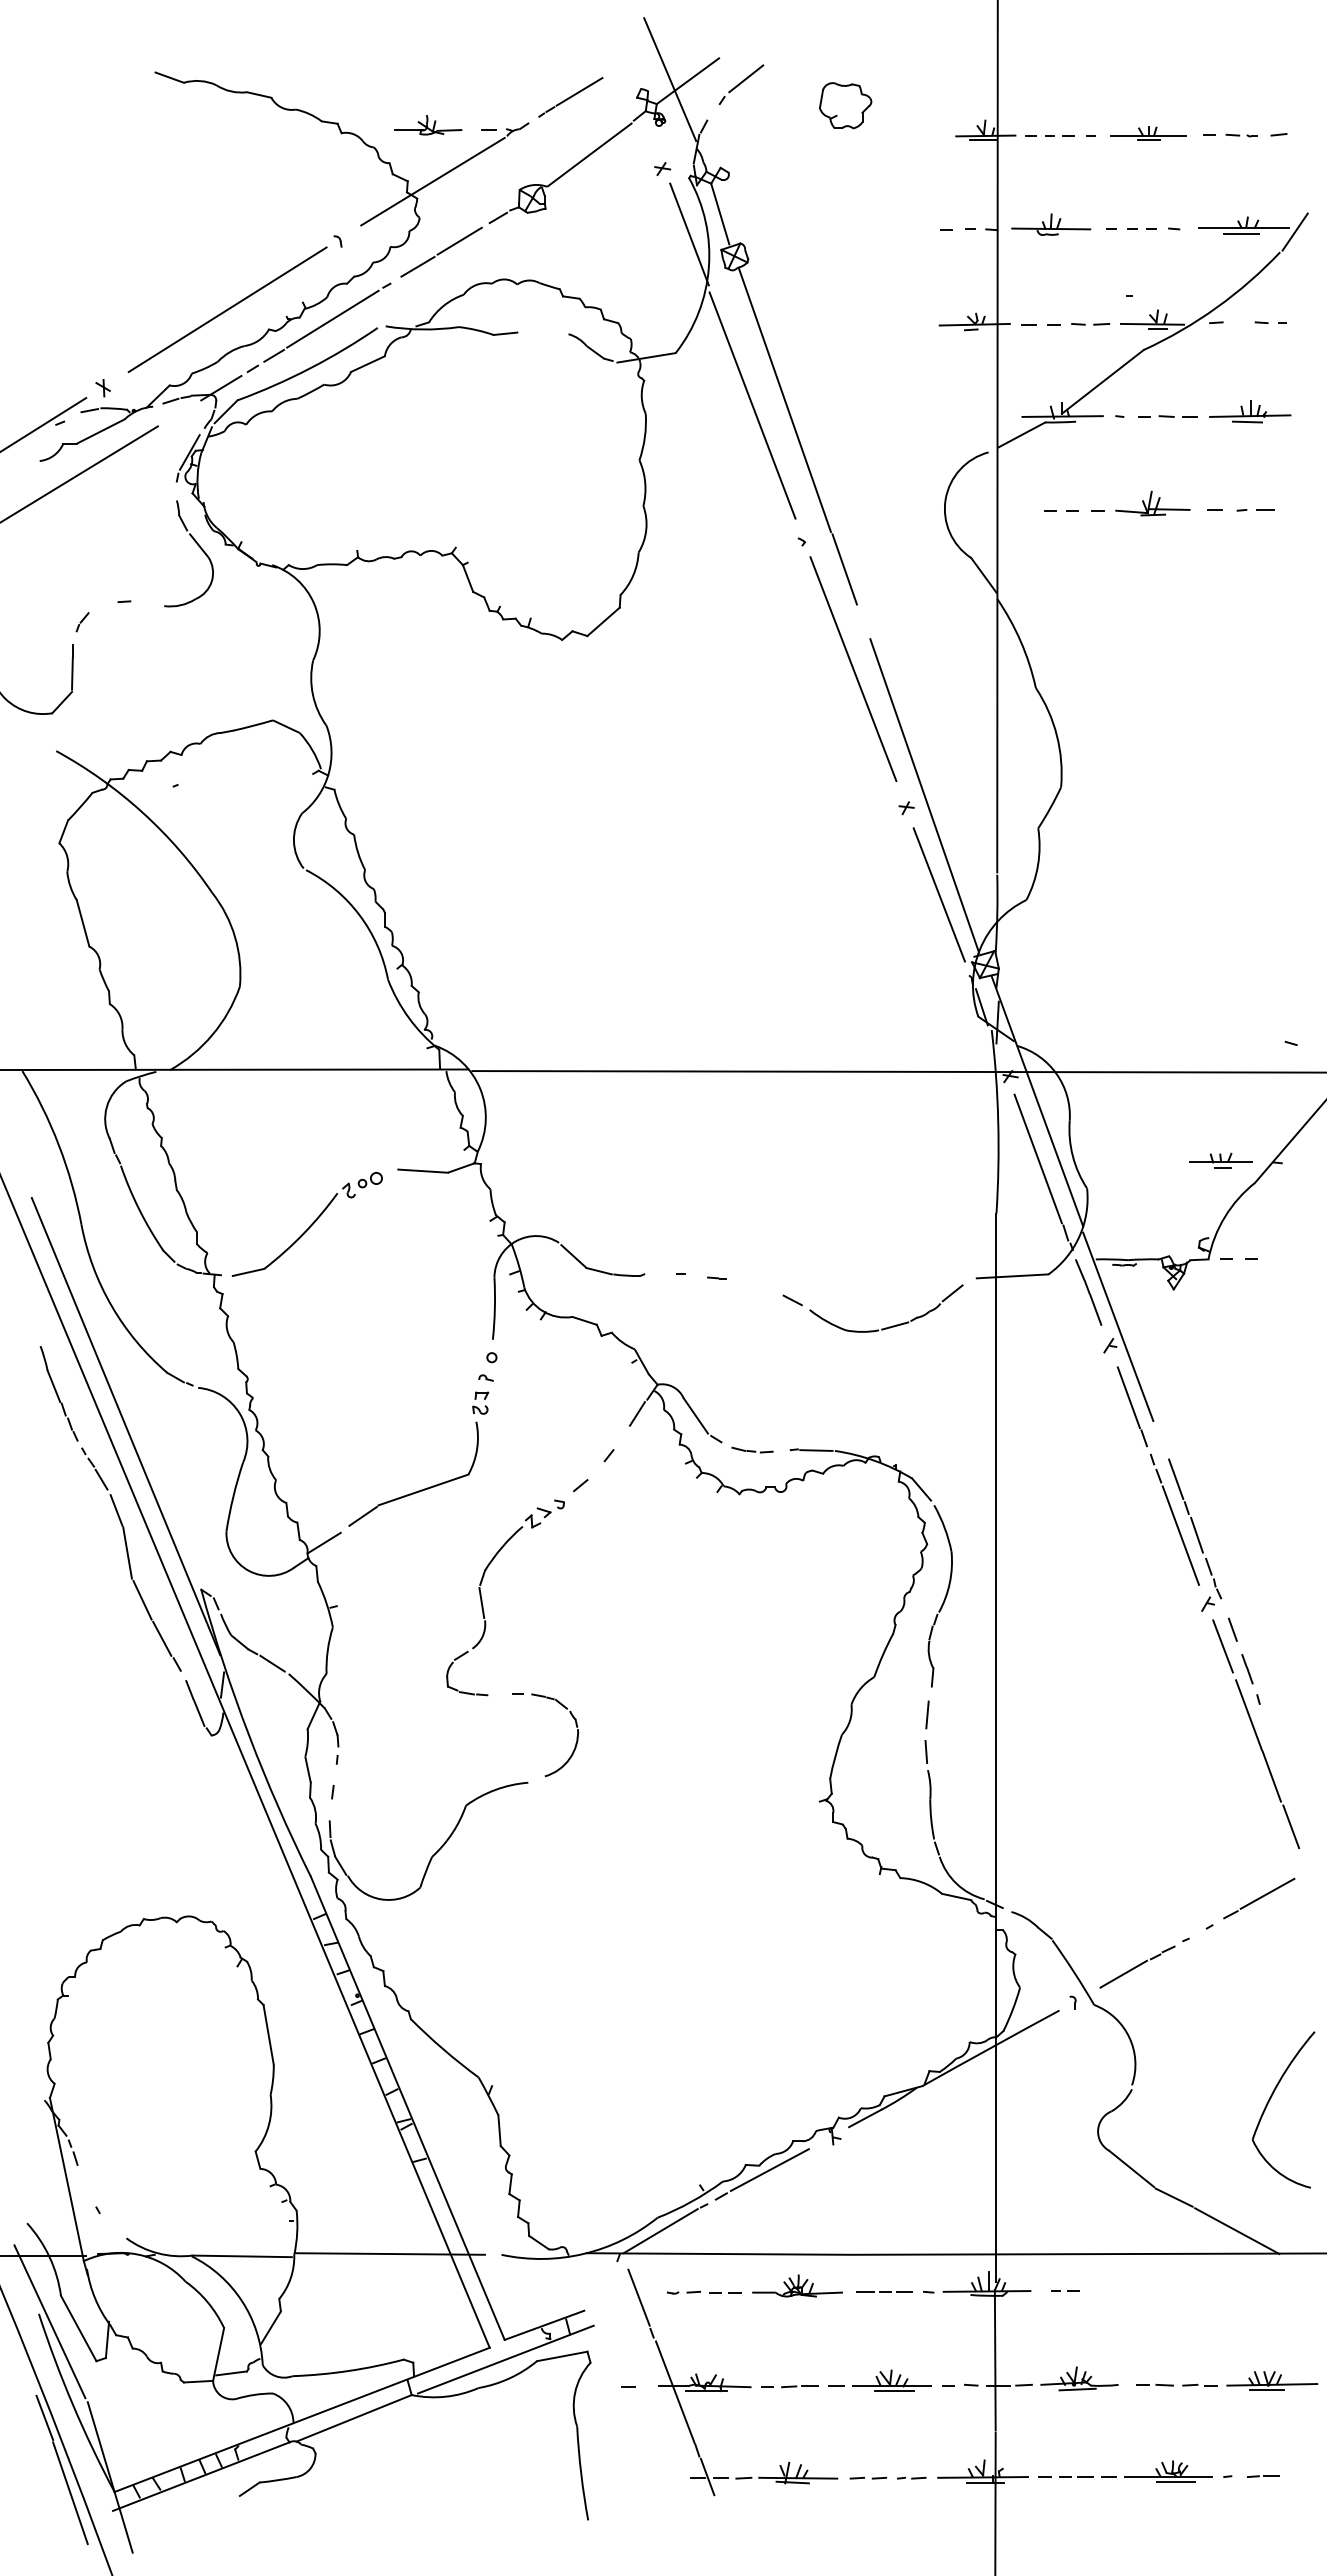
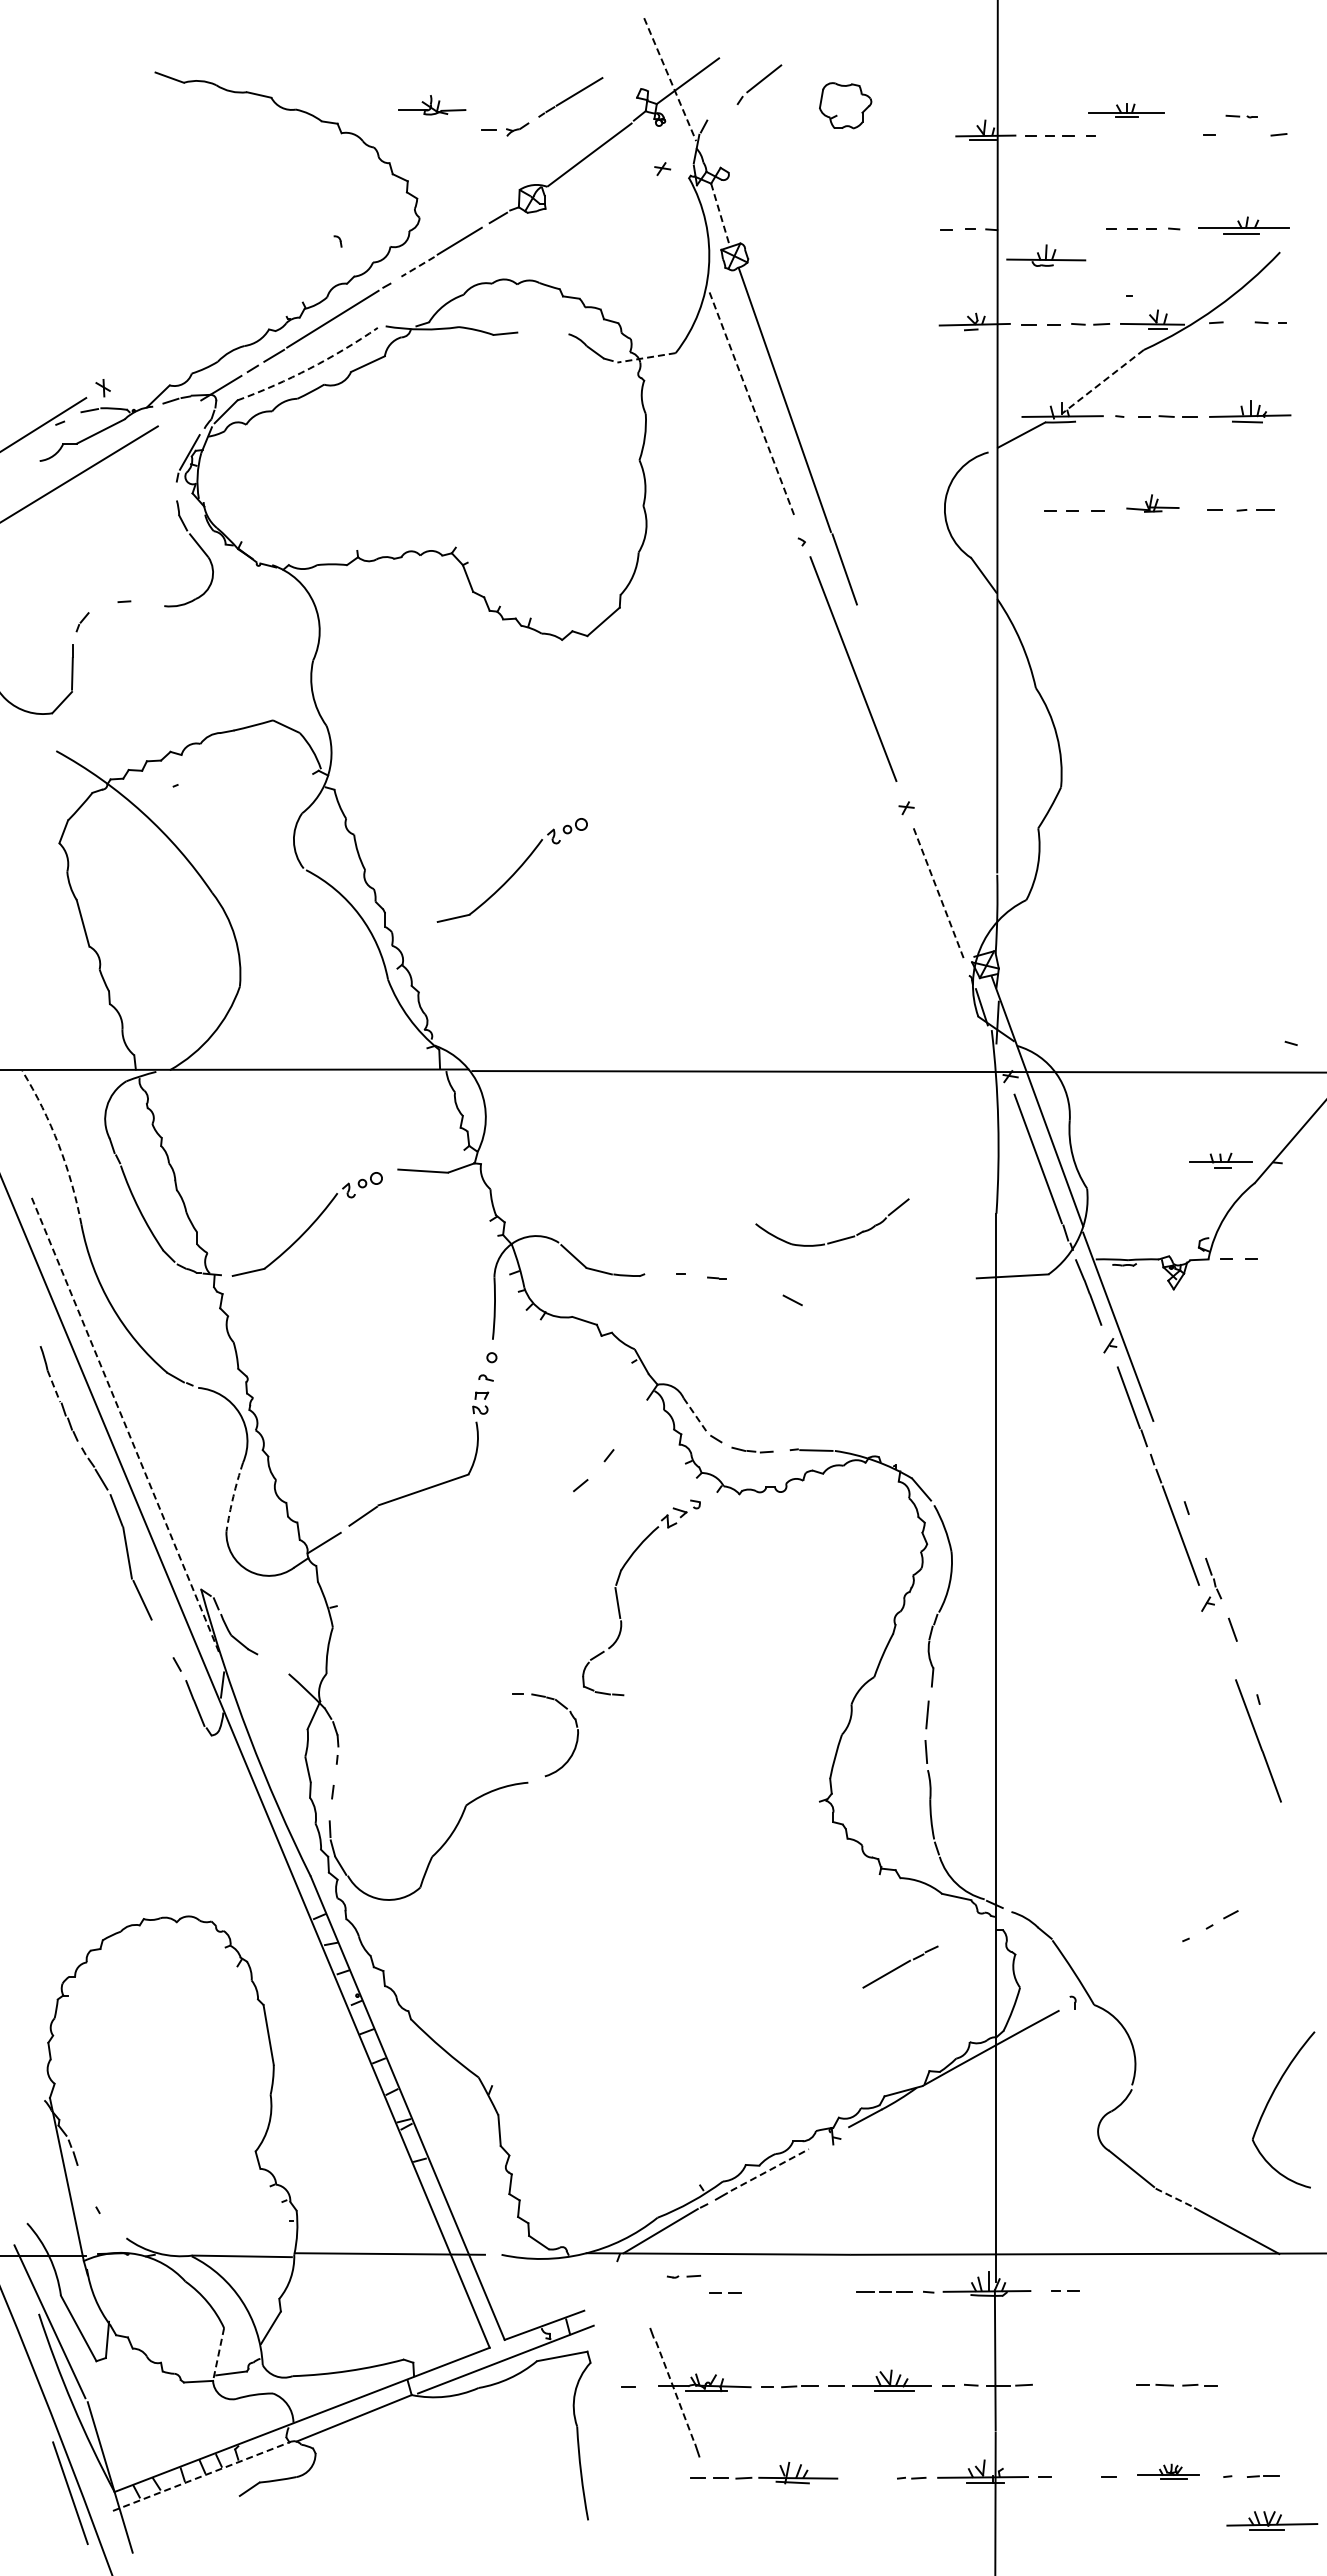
line at (670, 79): solid -> dashed
part at (741, 84) position: (741, 84) -> (759, 84)
part at (428, 125) position: (428, 125) -> (432, 105)
part at (1148, 133) position: (1148, 133) -> (1126, 110)
part at (1241, 135) position: (1241, 135) -> (1241, 116)
line at (432, 181): present -> none
line at (720, 214): solid -> dashed
part at (1051, 224) position: (1051, 224) -> (1046, 255)
line at (1294, 231): present -> none
line at (689, 234): present -> none
line at (417, 267): solid -> dashed
line at (227, 309): present -> none
line at (646, 357): solid -> dashed
arc at (309, 368): solid -> dashed
line at (1102, 381): solid -> dashed
line at (752, 405): solid -> dashed
part at (1152, 503) size: 76x27 px -> 54x19 px
line at (924, 795): present -> none
part at (511, 870): none -> present
line at (939, 895): solid -> dashed
arc at (58, 1145): solid -> dashed
part at (892, 1325) position: (892, 1325) -> (838, 1239)
line at (53, 1386): solid -> dashed
line at (637, 1413): present -> none
line at (695, 1415): solid -> dashed
line at (126, 1426): solid -> dashed
line at (1176, 1479): present -> none
arc at (233, 1496): solid -> dashed
line at (1196, 1534): present -> none
part at (482, 1599) position: (482, 1599) -> (618, 1599)
line at (162, 1638): present -> none
line at (1222, 1646): present -> none
line at (272, 1663): present -> none
line at (1247, 1669): present -> none
line at (1291, 1826): present -> none
line at (1267, 1893): present -> none
part at (1137, 1966) position: (1137, 1966) -> (900, 1966)
line at (770, 2169): solid -> dashed
line at (1174, 2197): solid -> dashed
part at (797, 2285): present -> none
part at (683, 2292) position: (683, 2292) -> (683, 2276)
line at (638, 2297): present -> none
line at (218, 2354): solid -> dashed
part at (1079, 2378): present -> none
part at (1272, 2380) position: (1272, 2380) -> (1272, 2520)
line at (675, 2392): solid -> dashed
line at (44, 2417): present -> none
part at (1168, 2471) size: 89x23 px -> 63x17 px
line at (201, 2476): solid -> dashed
line at (707, 2476): present -> none
line at (1077, 2476): present -> none
part at (867, 2477): present -> none
